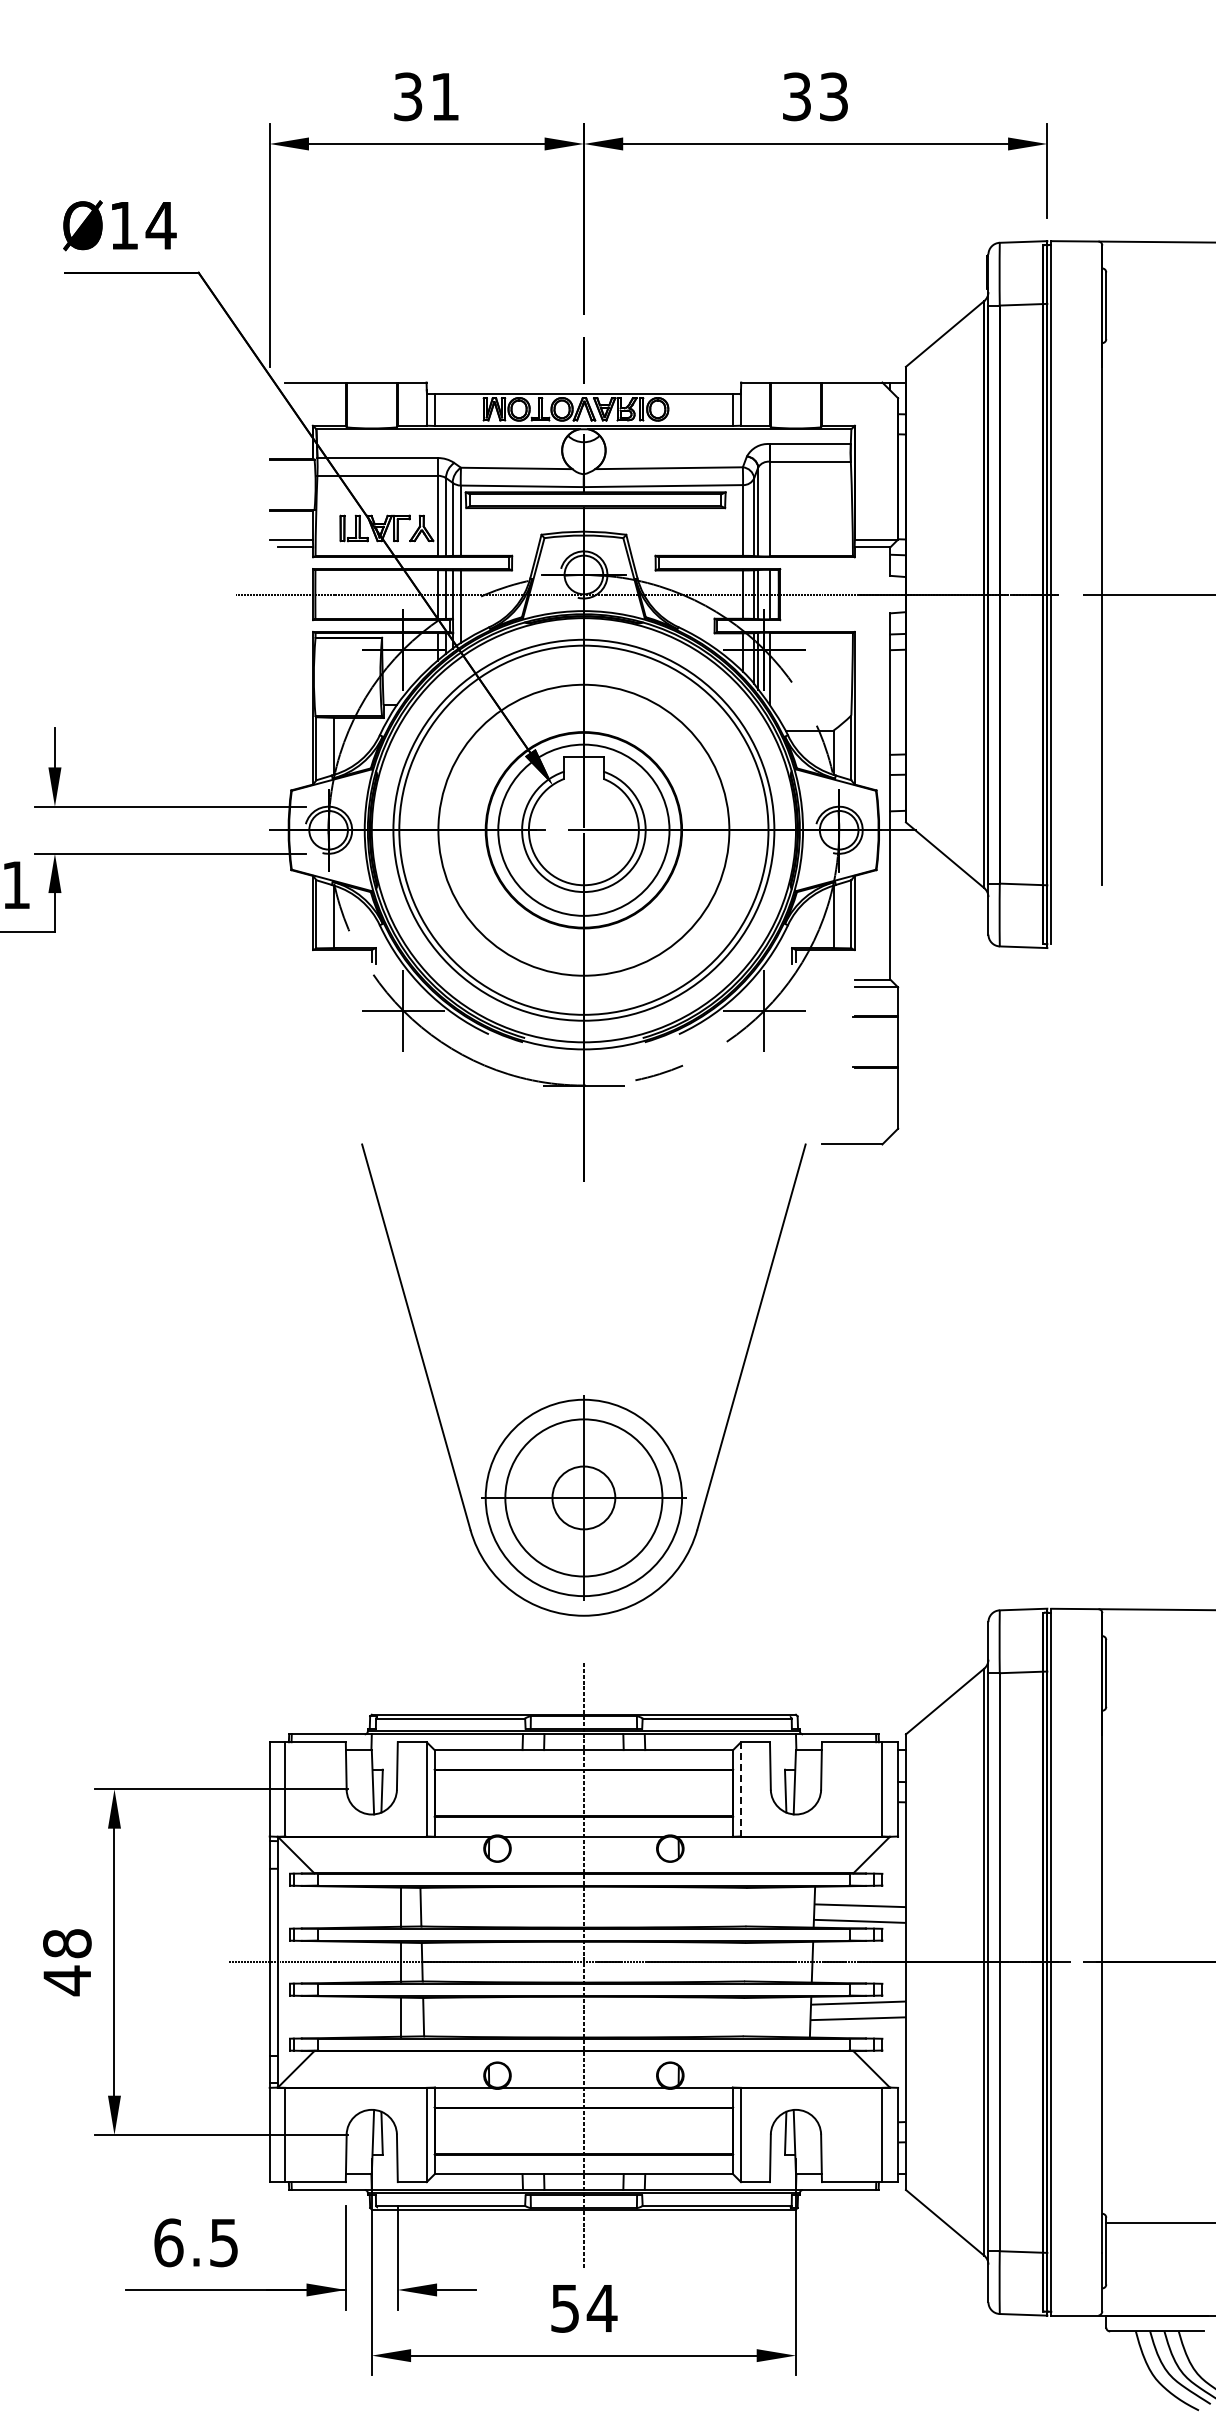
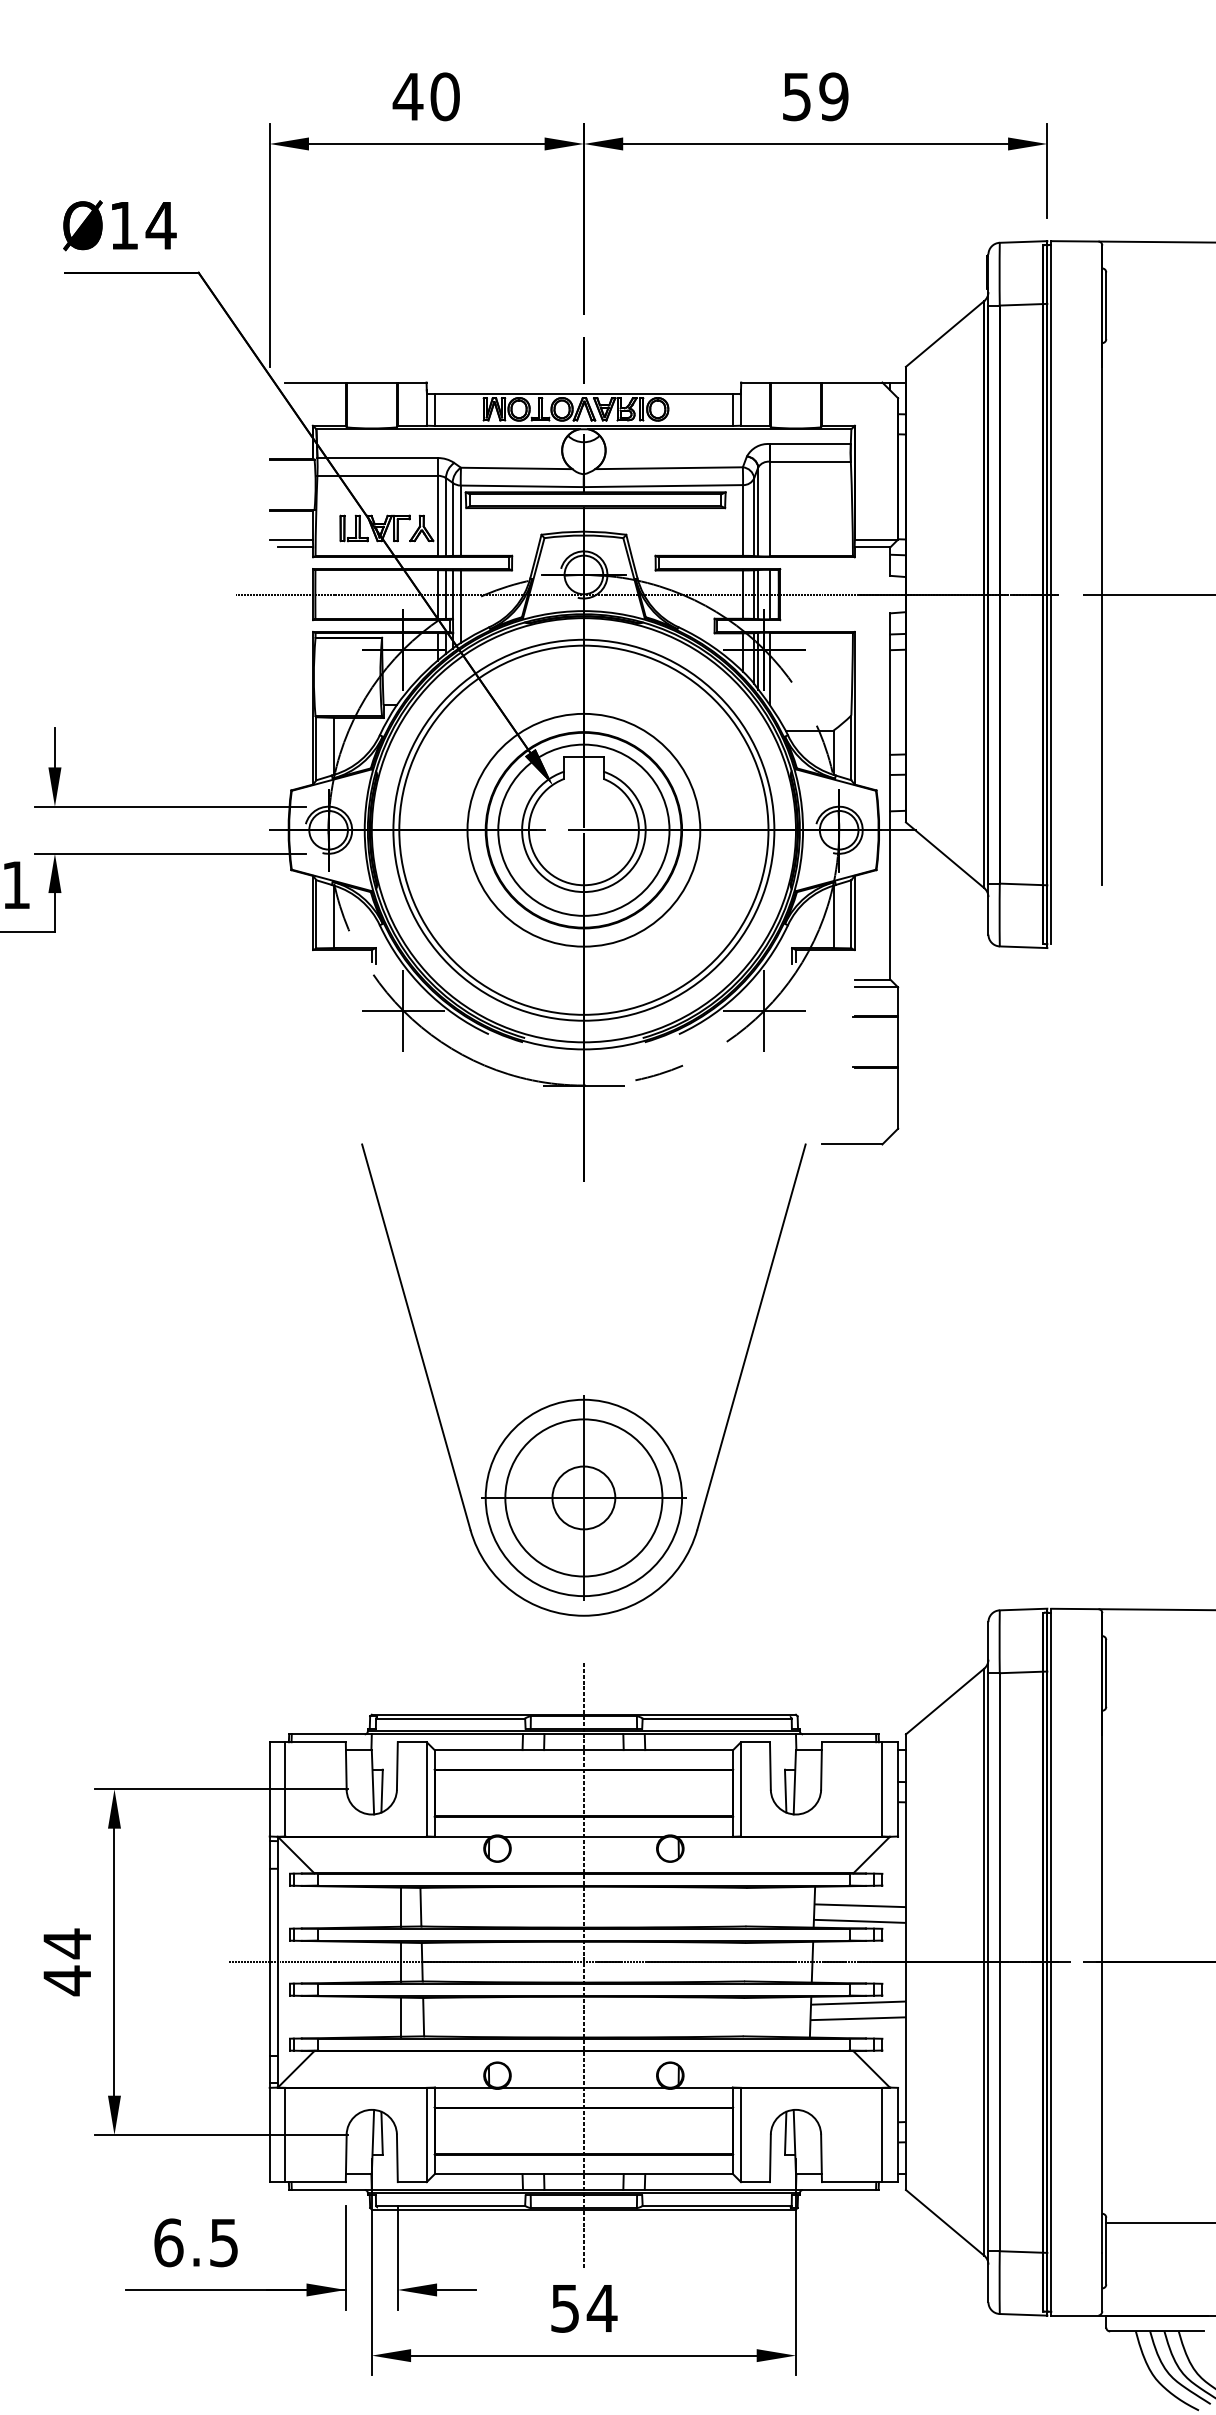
text at (425, 96): 31 -> 40
text at (815, 96): 33 -> 59
circle at (583, 829) diameter: 291 px -> 233 px
line at (741, 1788): dashed -> solid
text at (67, 1943): 48 -> 44
